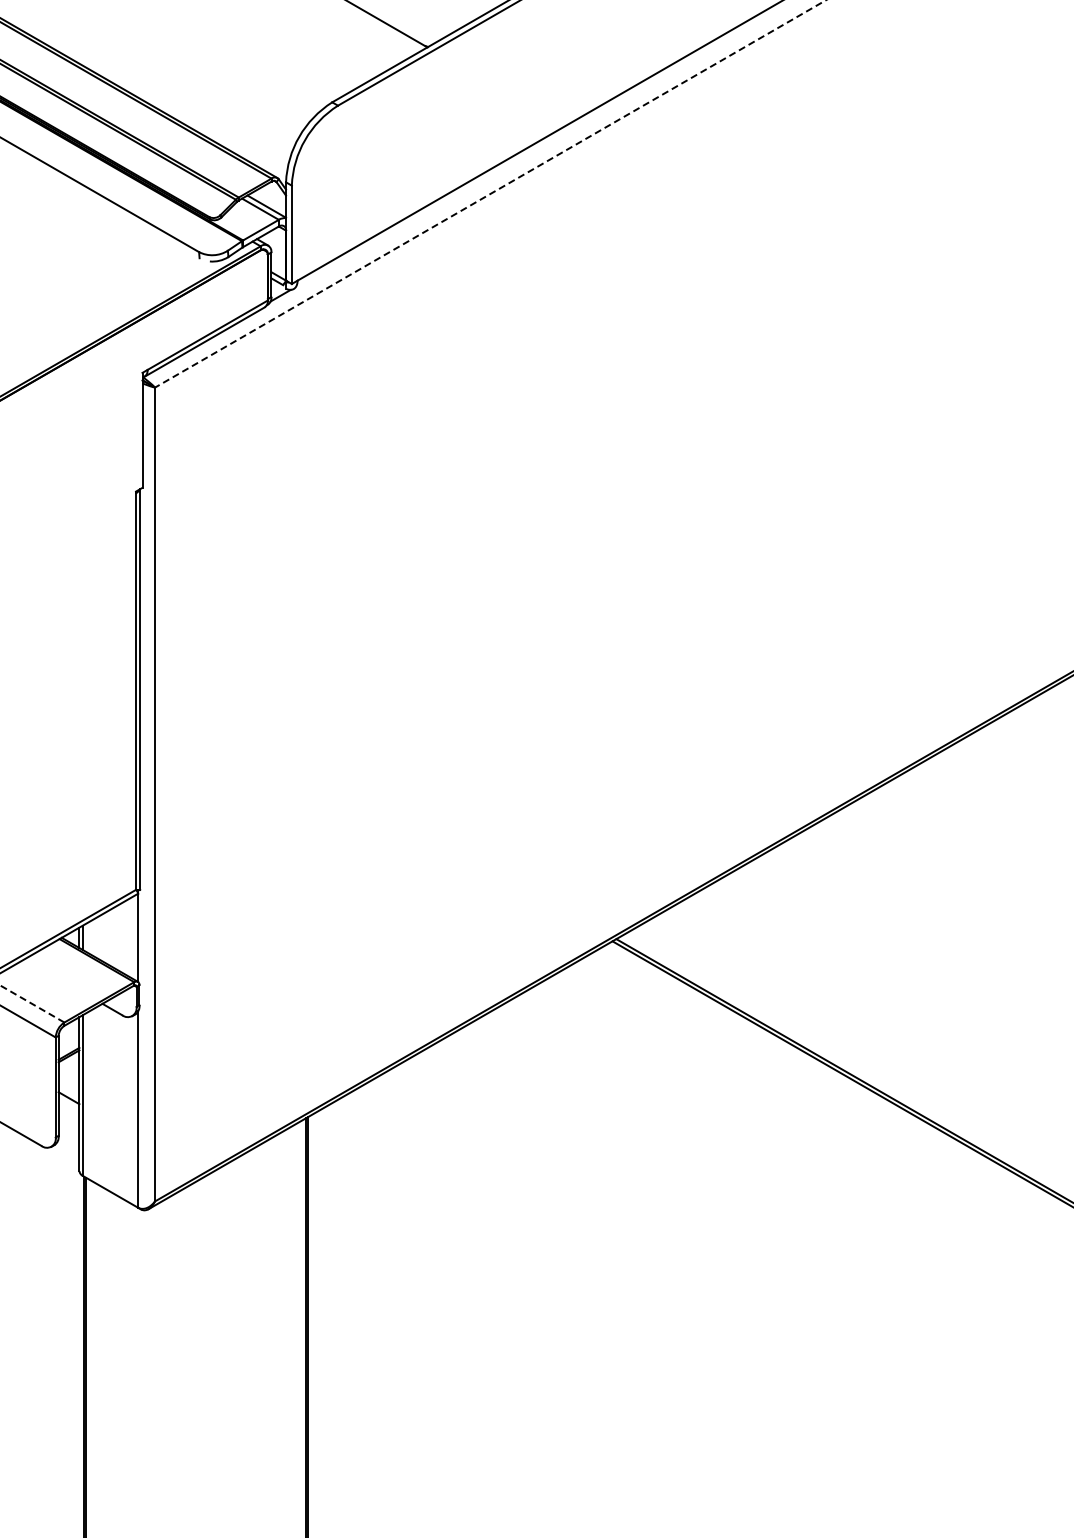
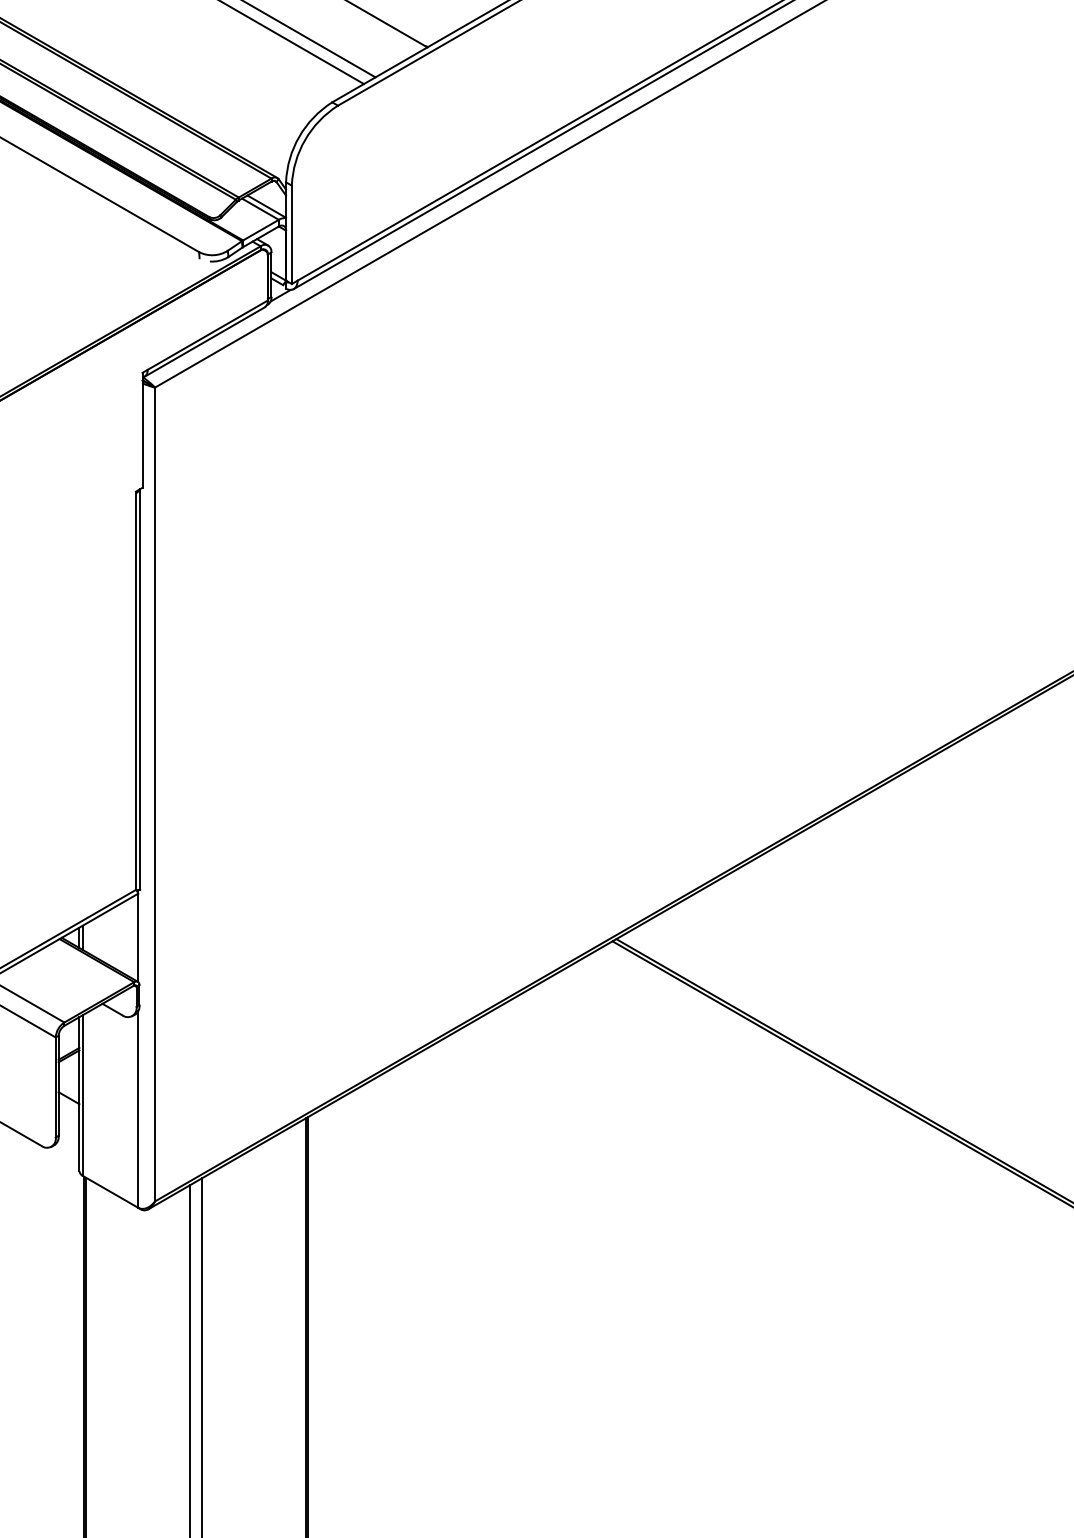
line at (310, 39): none -> present
line at (292, 43): none -> present
line at (541, 145): none -> present
line at (490, 194): dashed -> solid
line at (31, 1003): dashed -> solid
line at (201, 1356): none -> present
line at (190, 1359): none -> present
